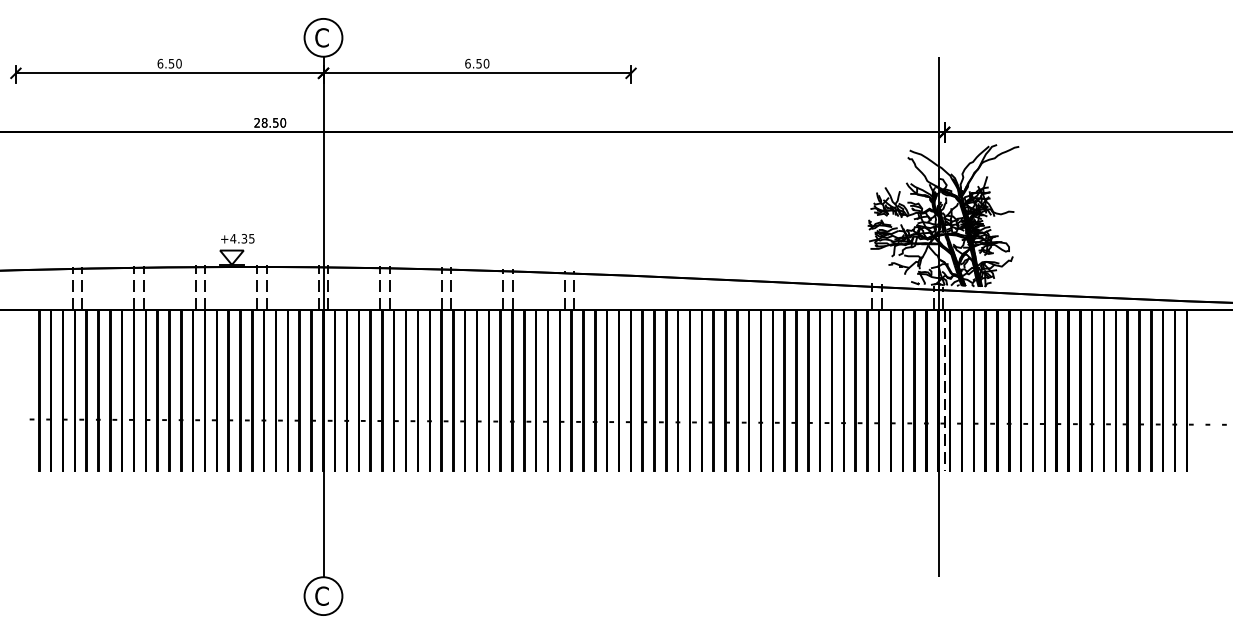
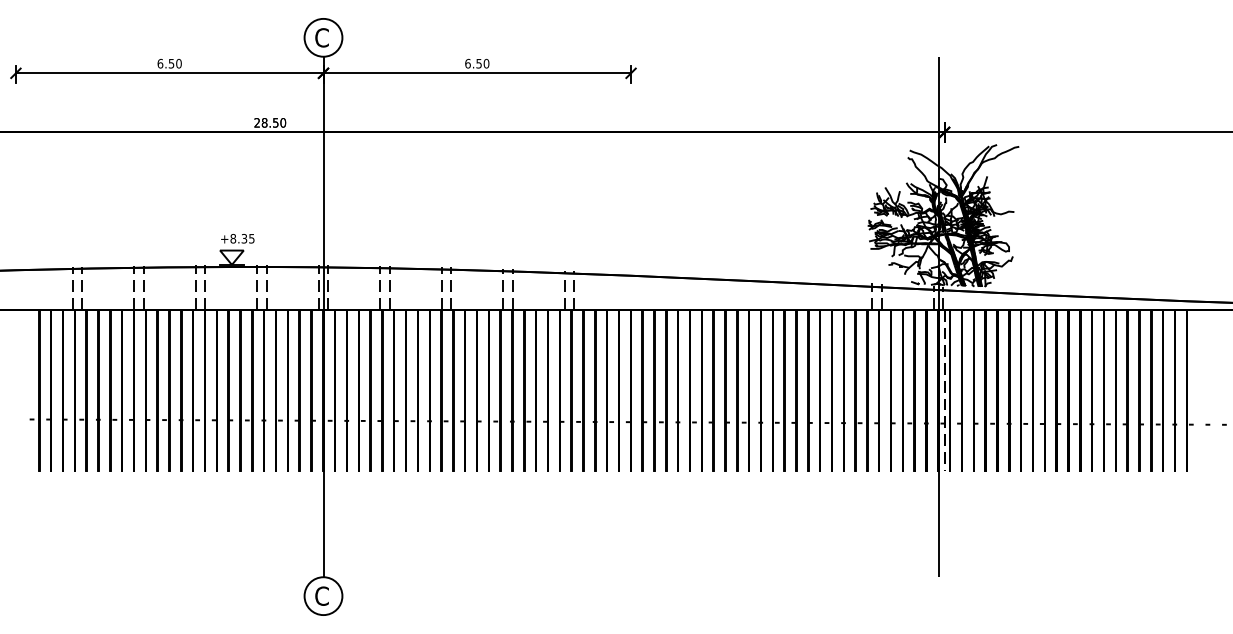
text at (233, 238): +4.35 -> +8.35
